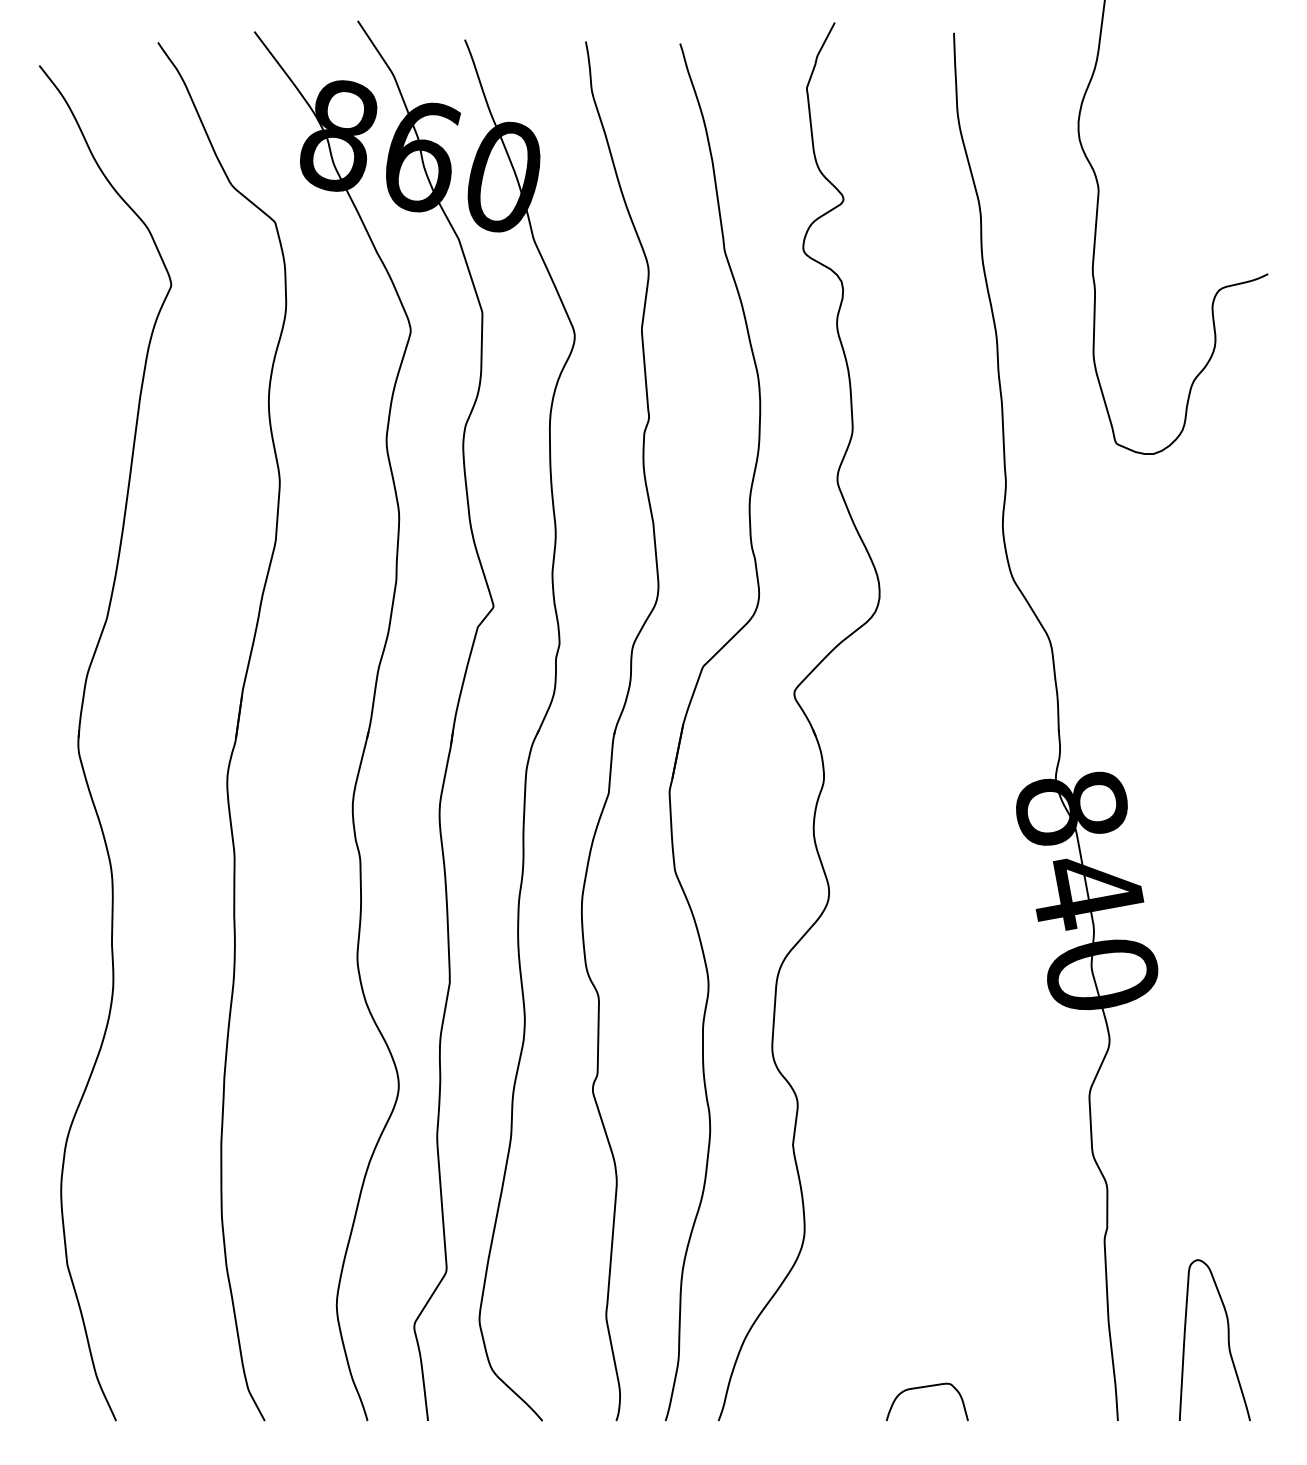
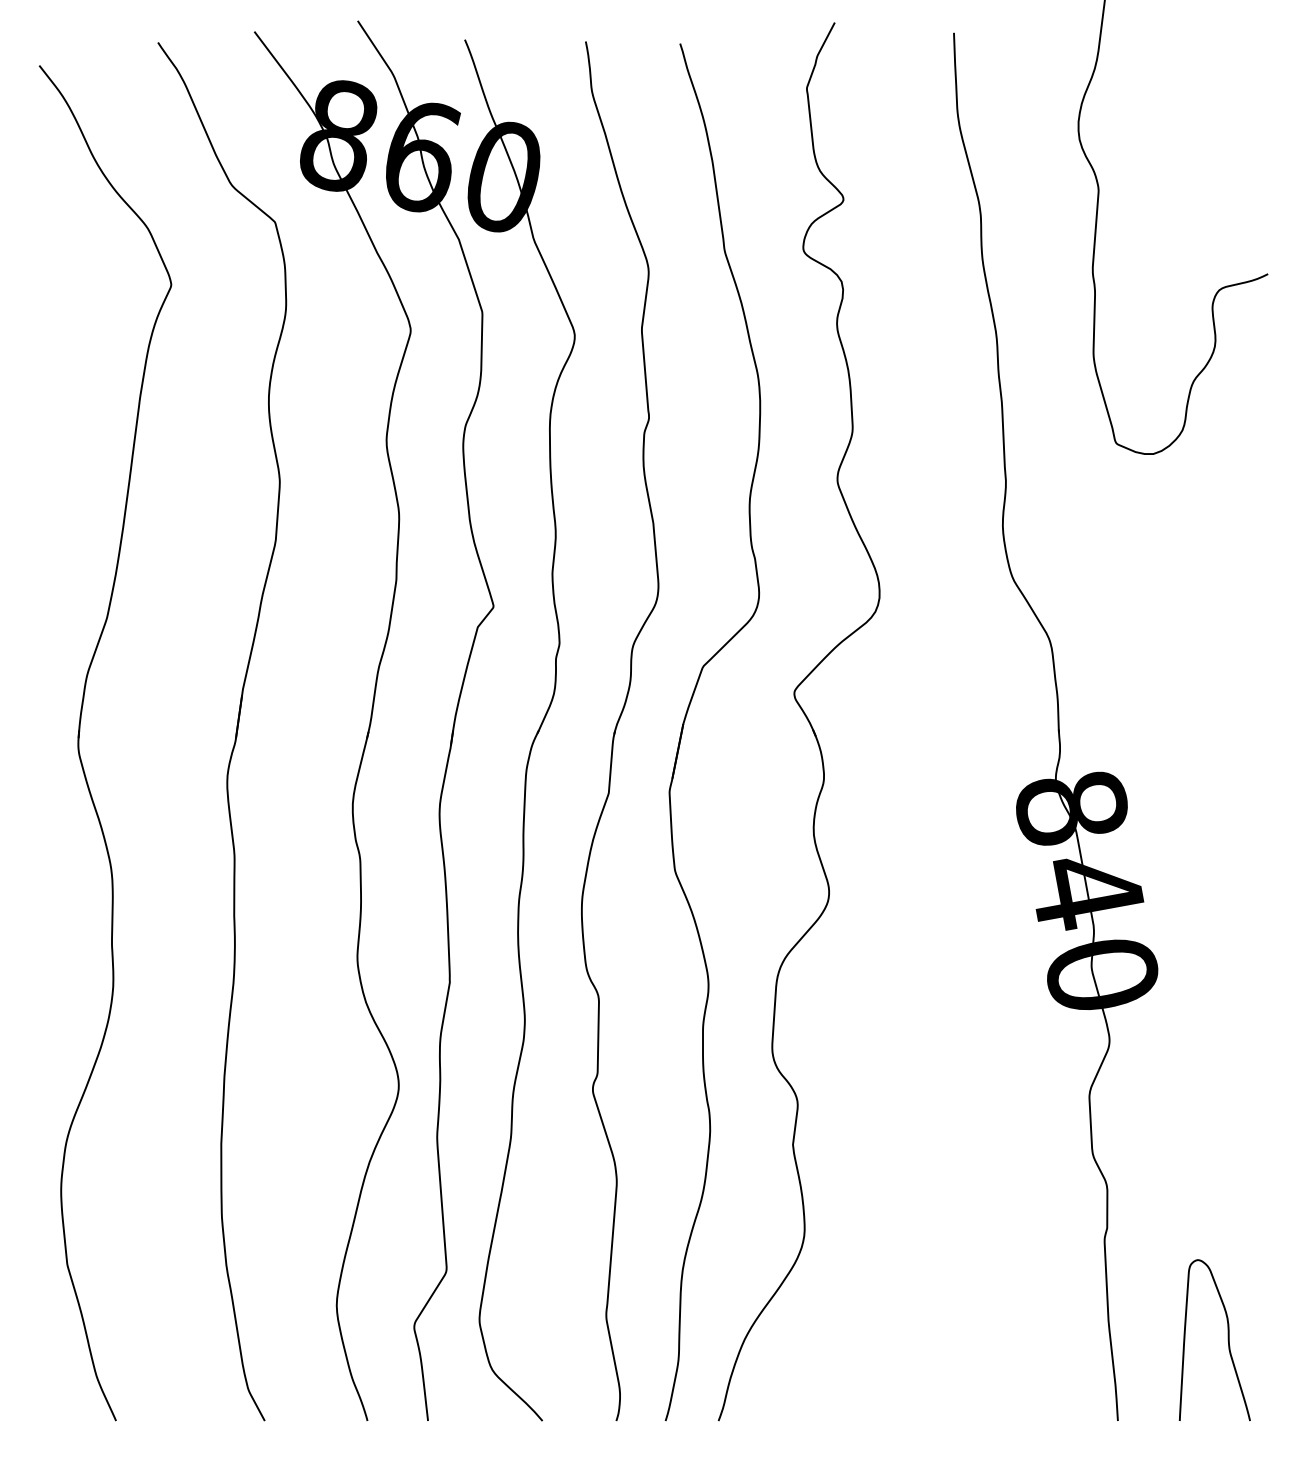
curve at (927, 1387): present -> none
